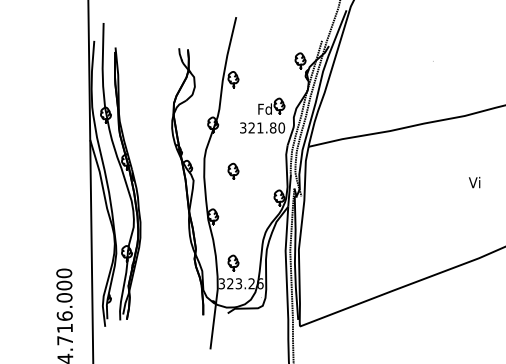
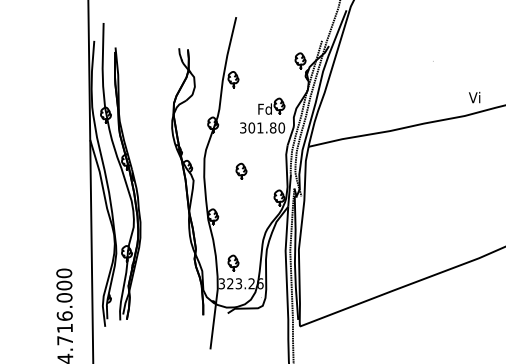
text at (251, 127): 321.80 -> 301.80
part at (233, 170) position: (233, 170) -> (241, 170)
text at (474, 182) position: (474, 182) -> (474, 97)
